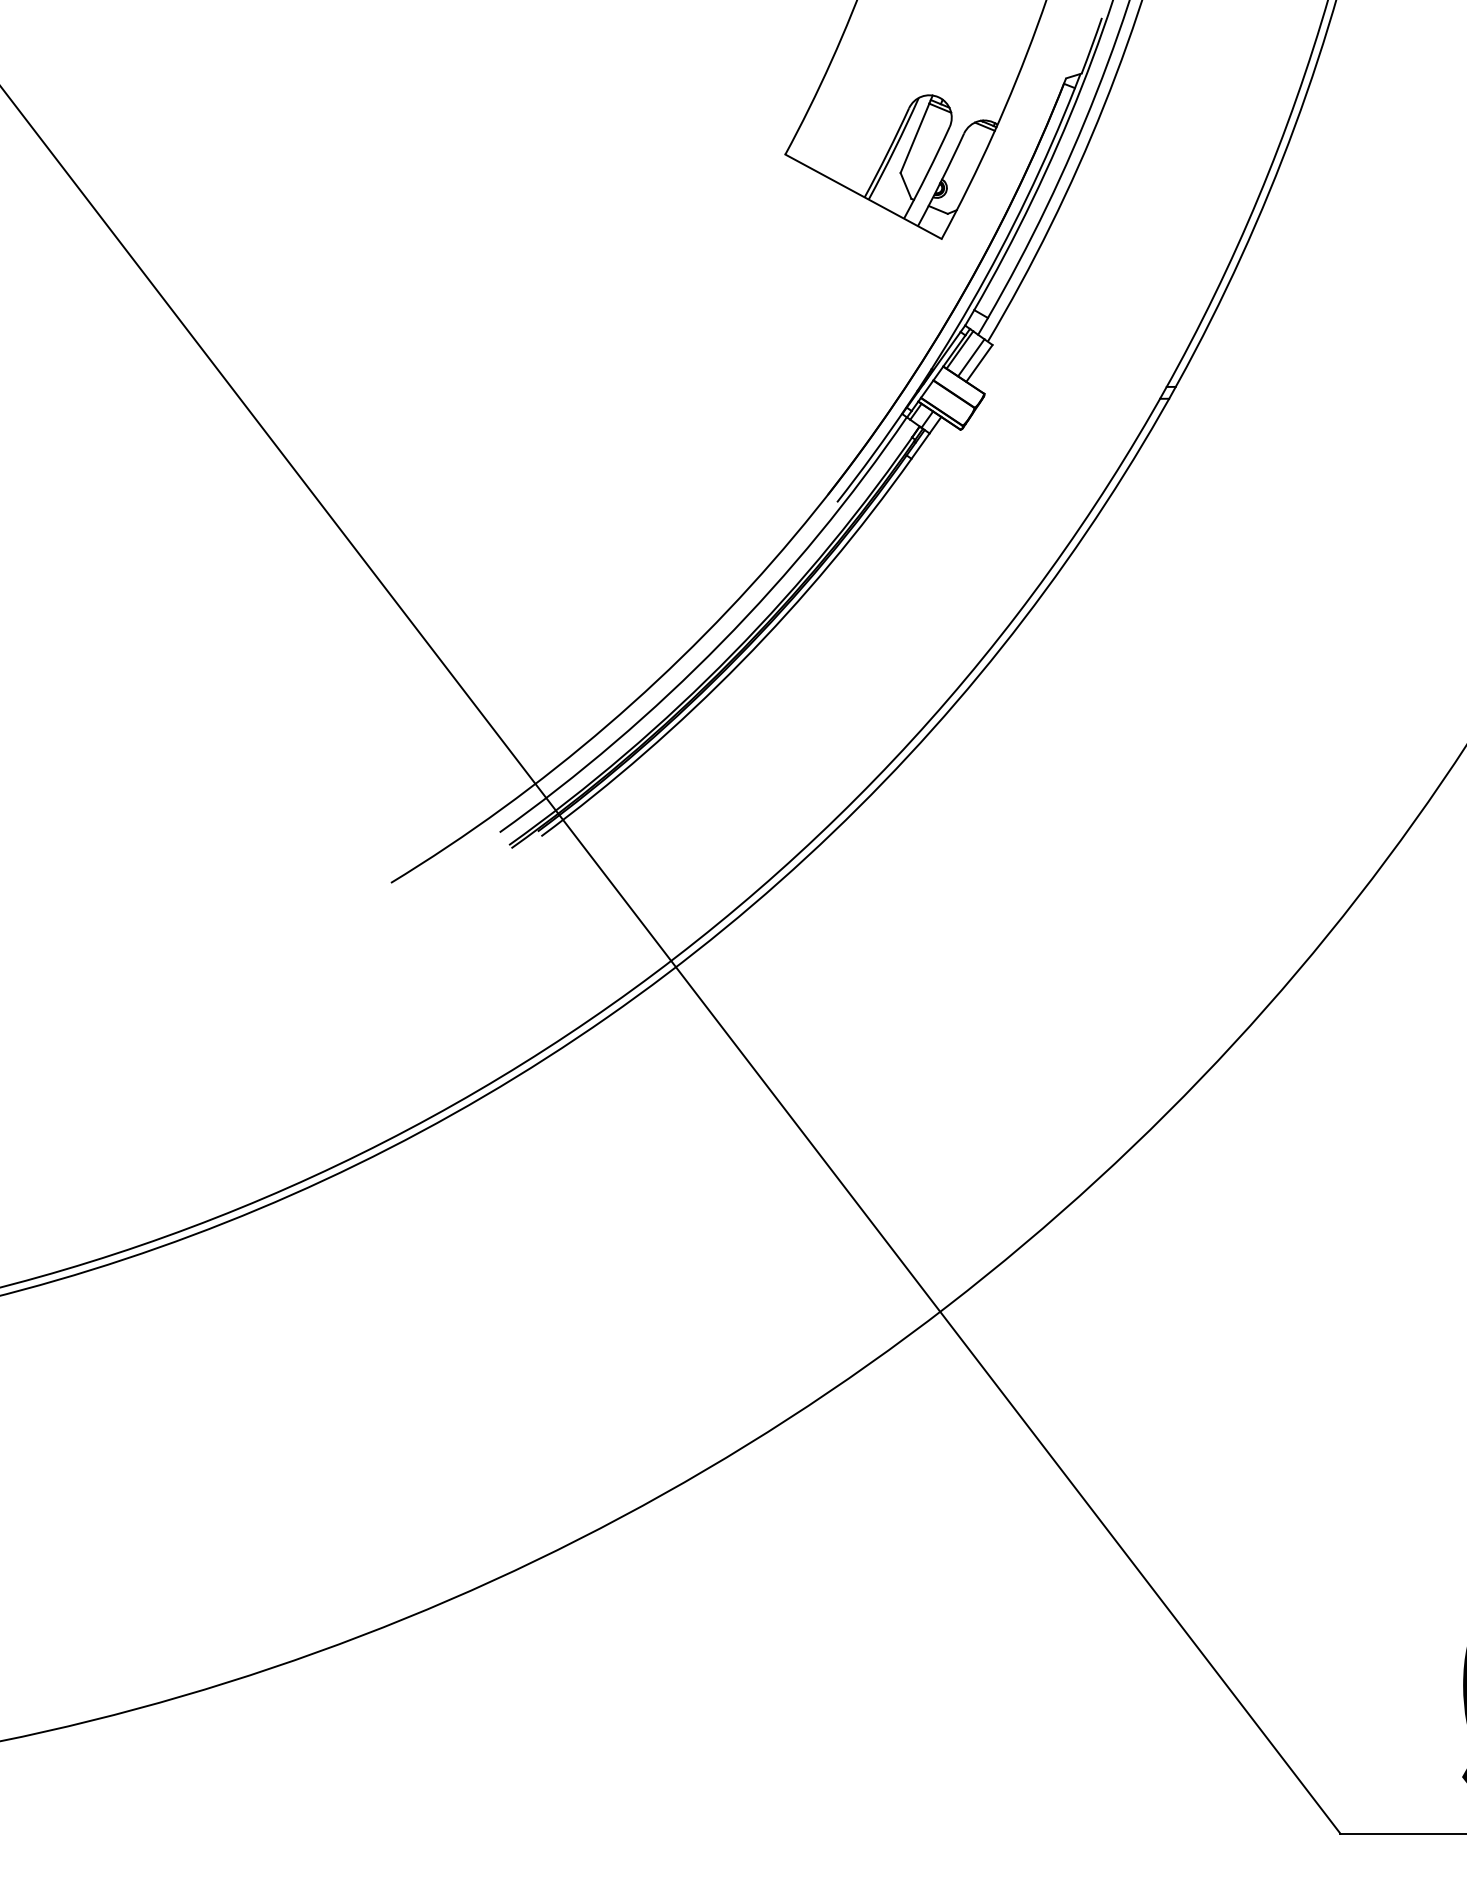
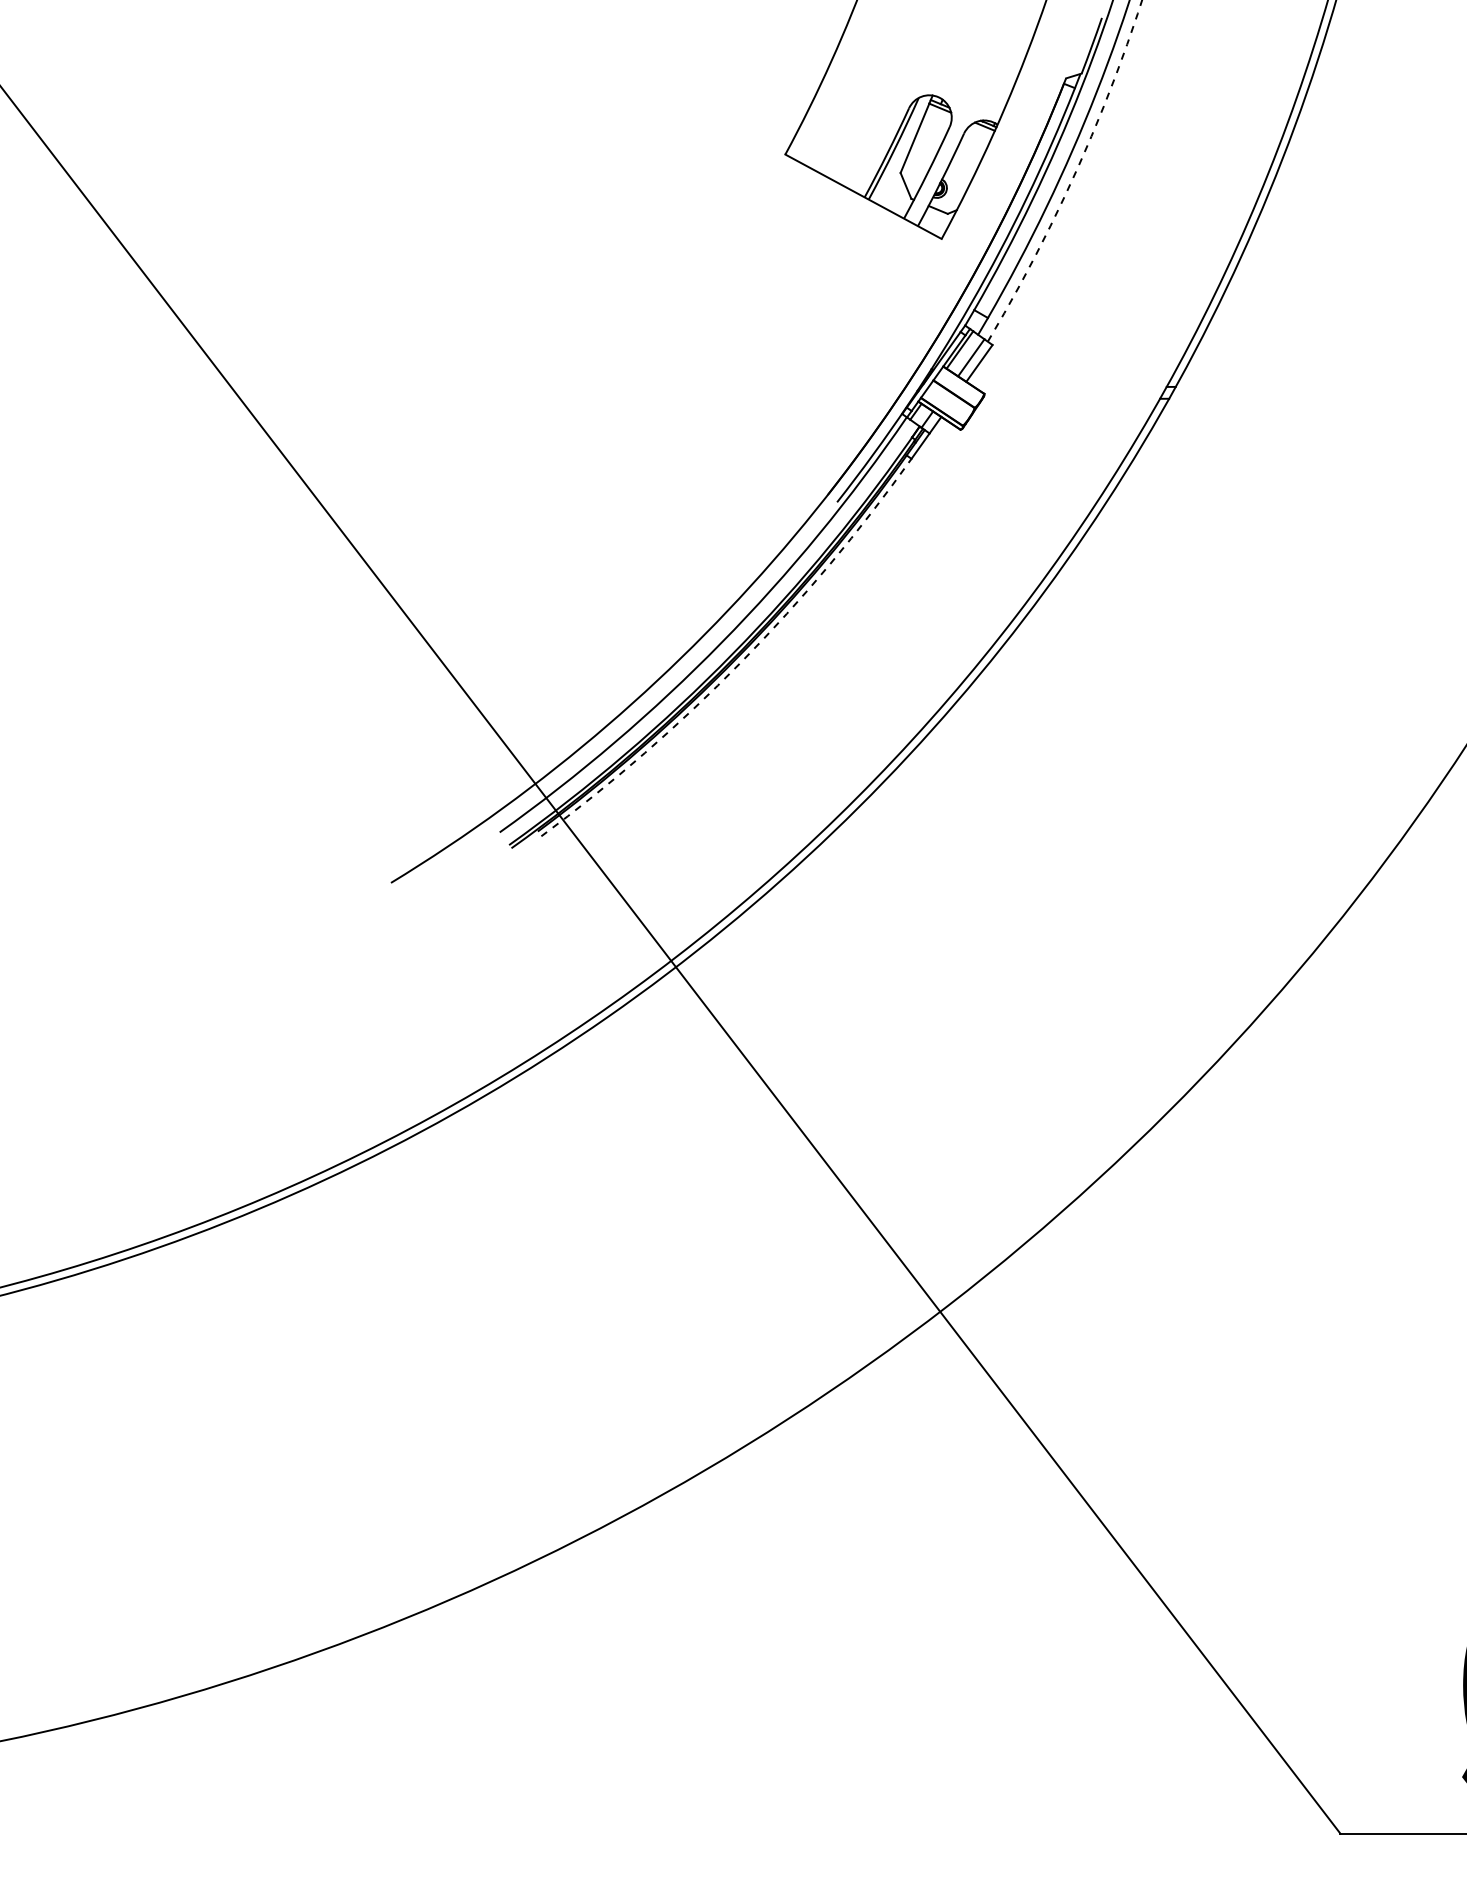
arc at (1074, 174): solid -> dashed
arc at (741, 662): solid -> dashed
